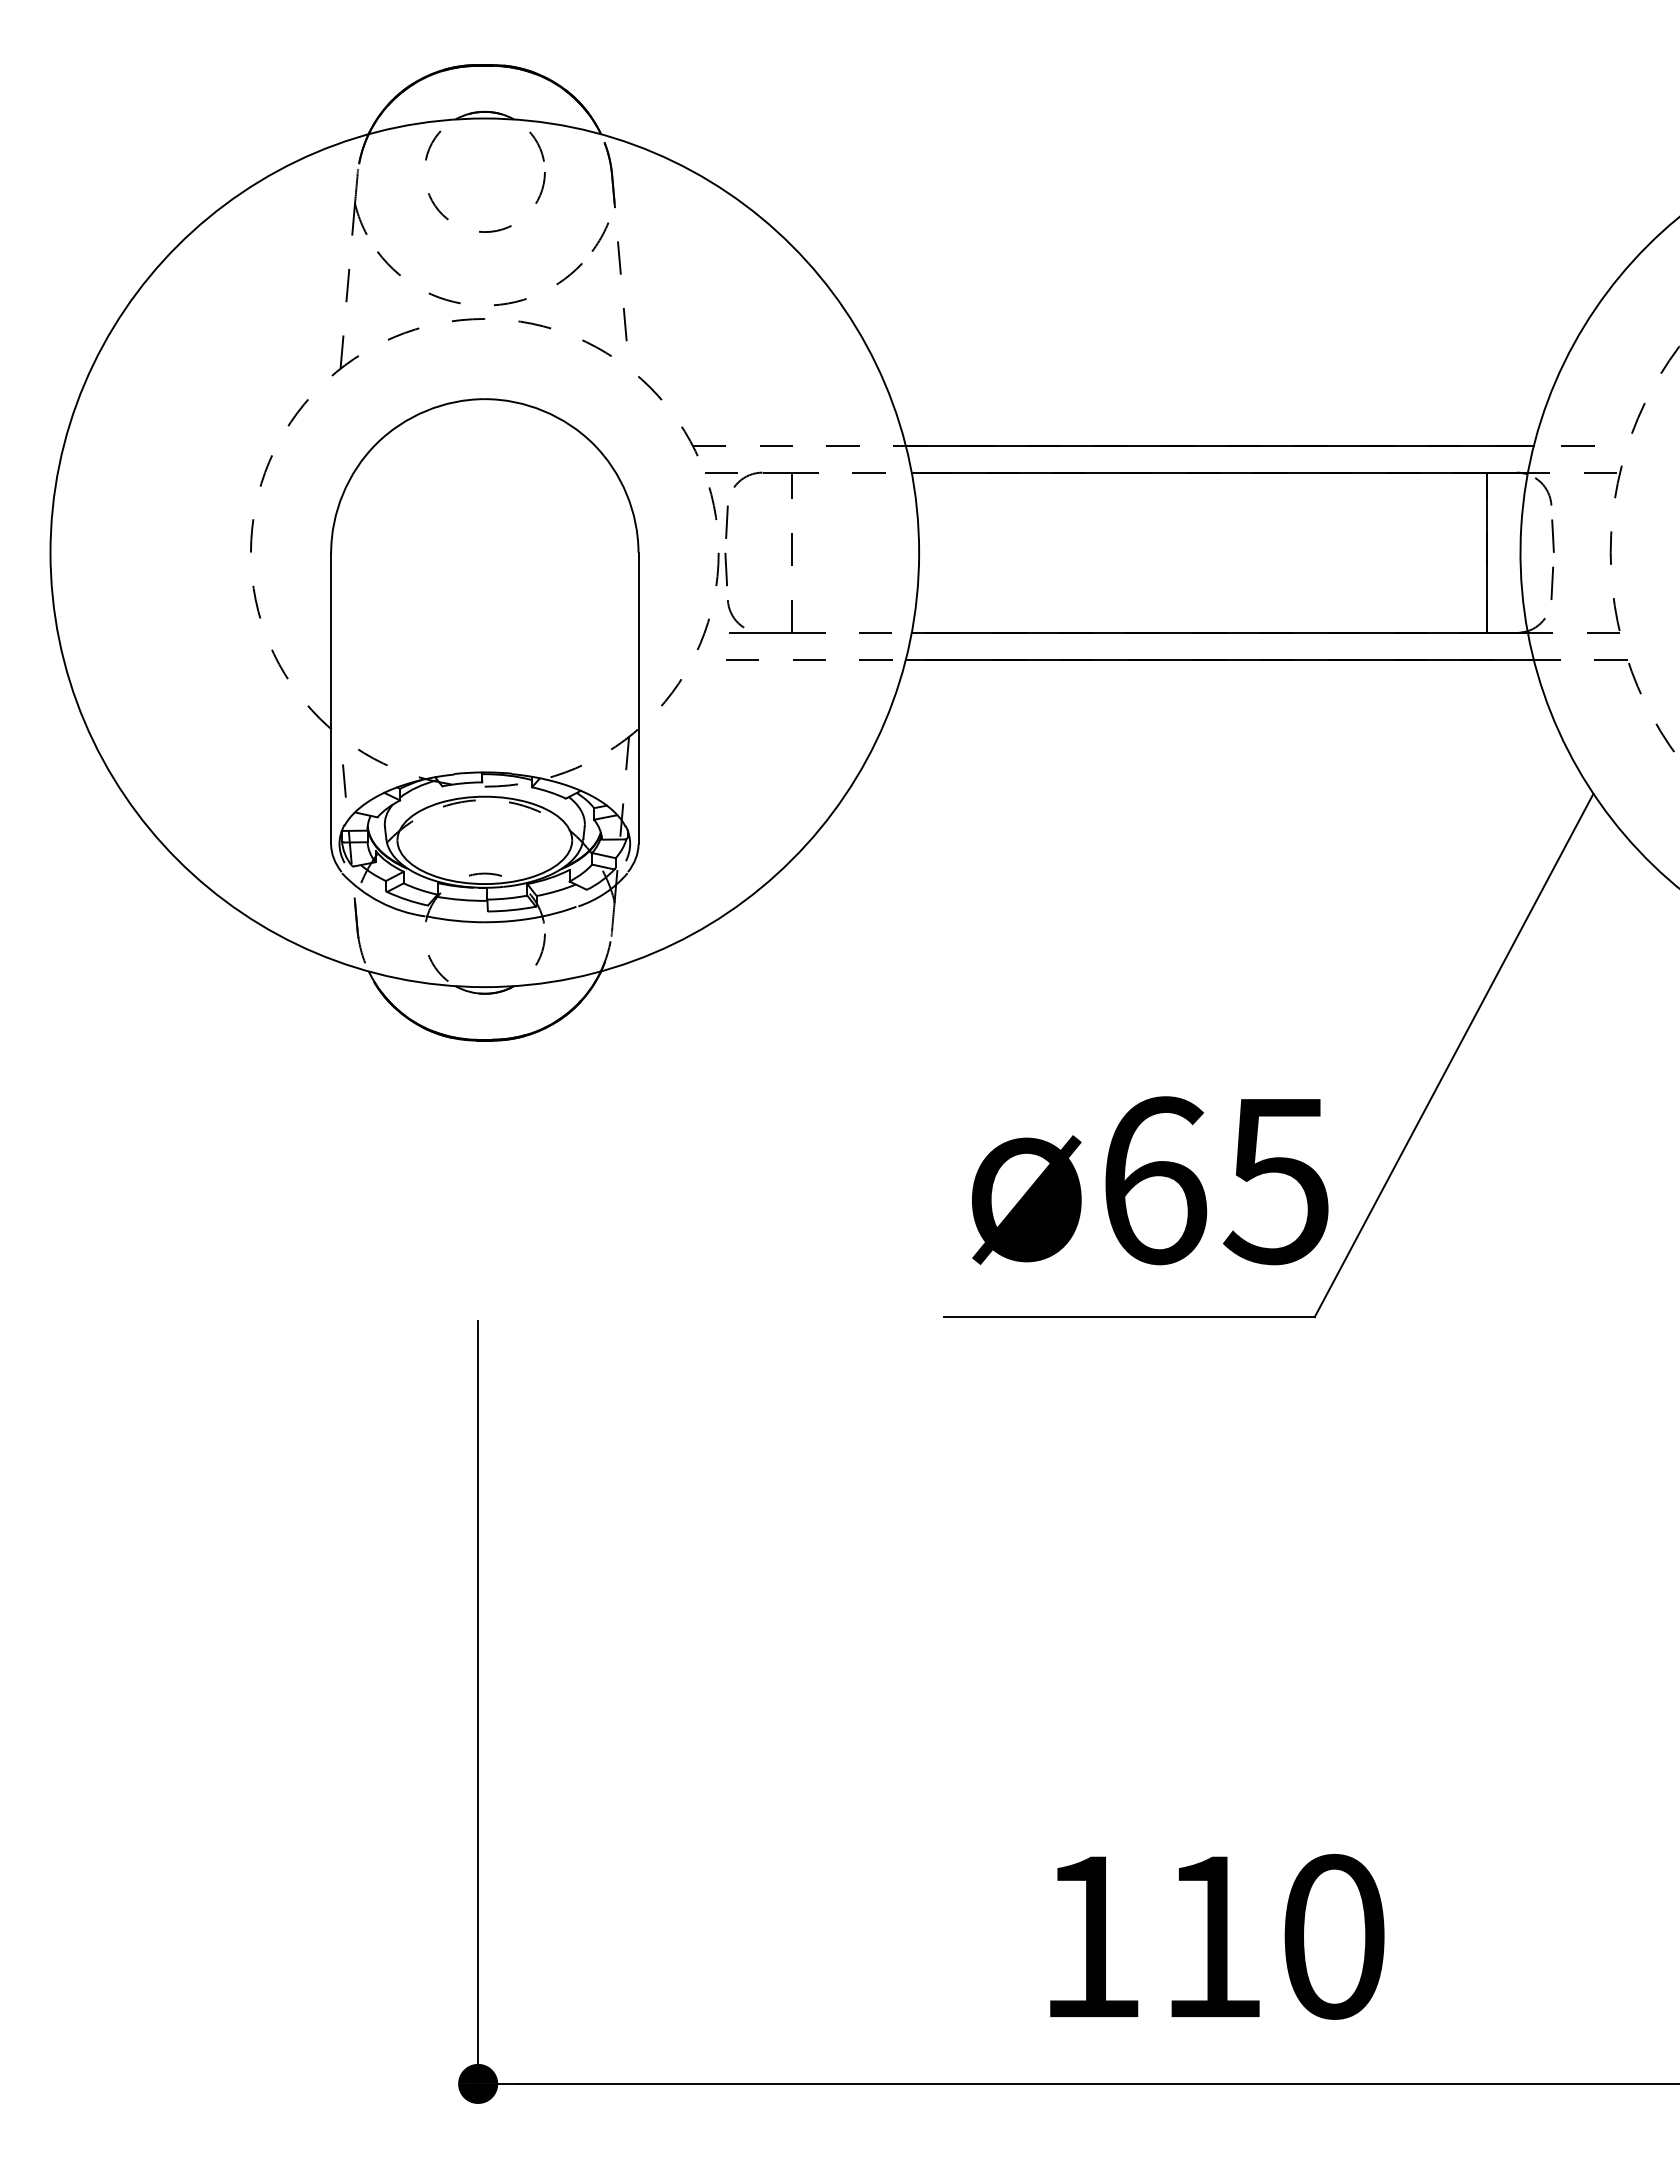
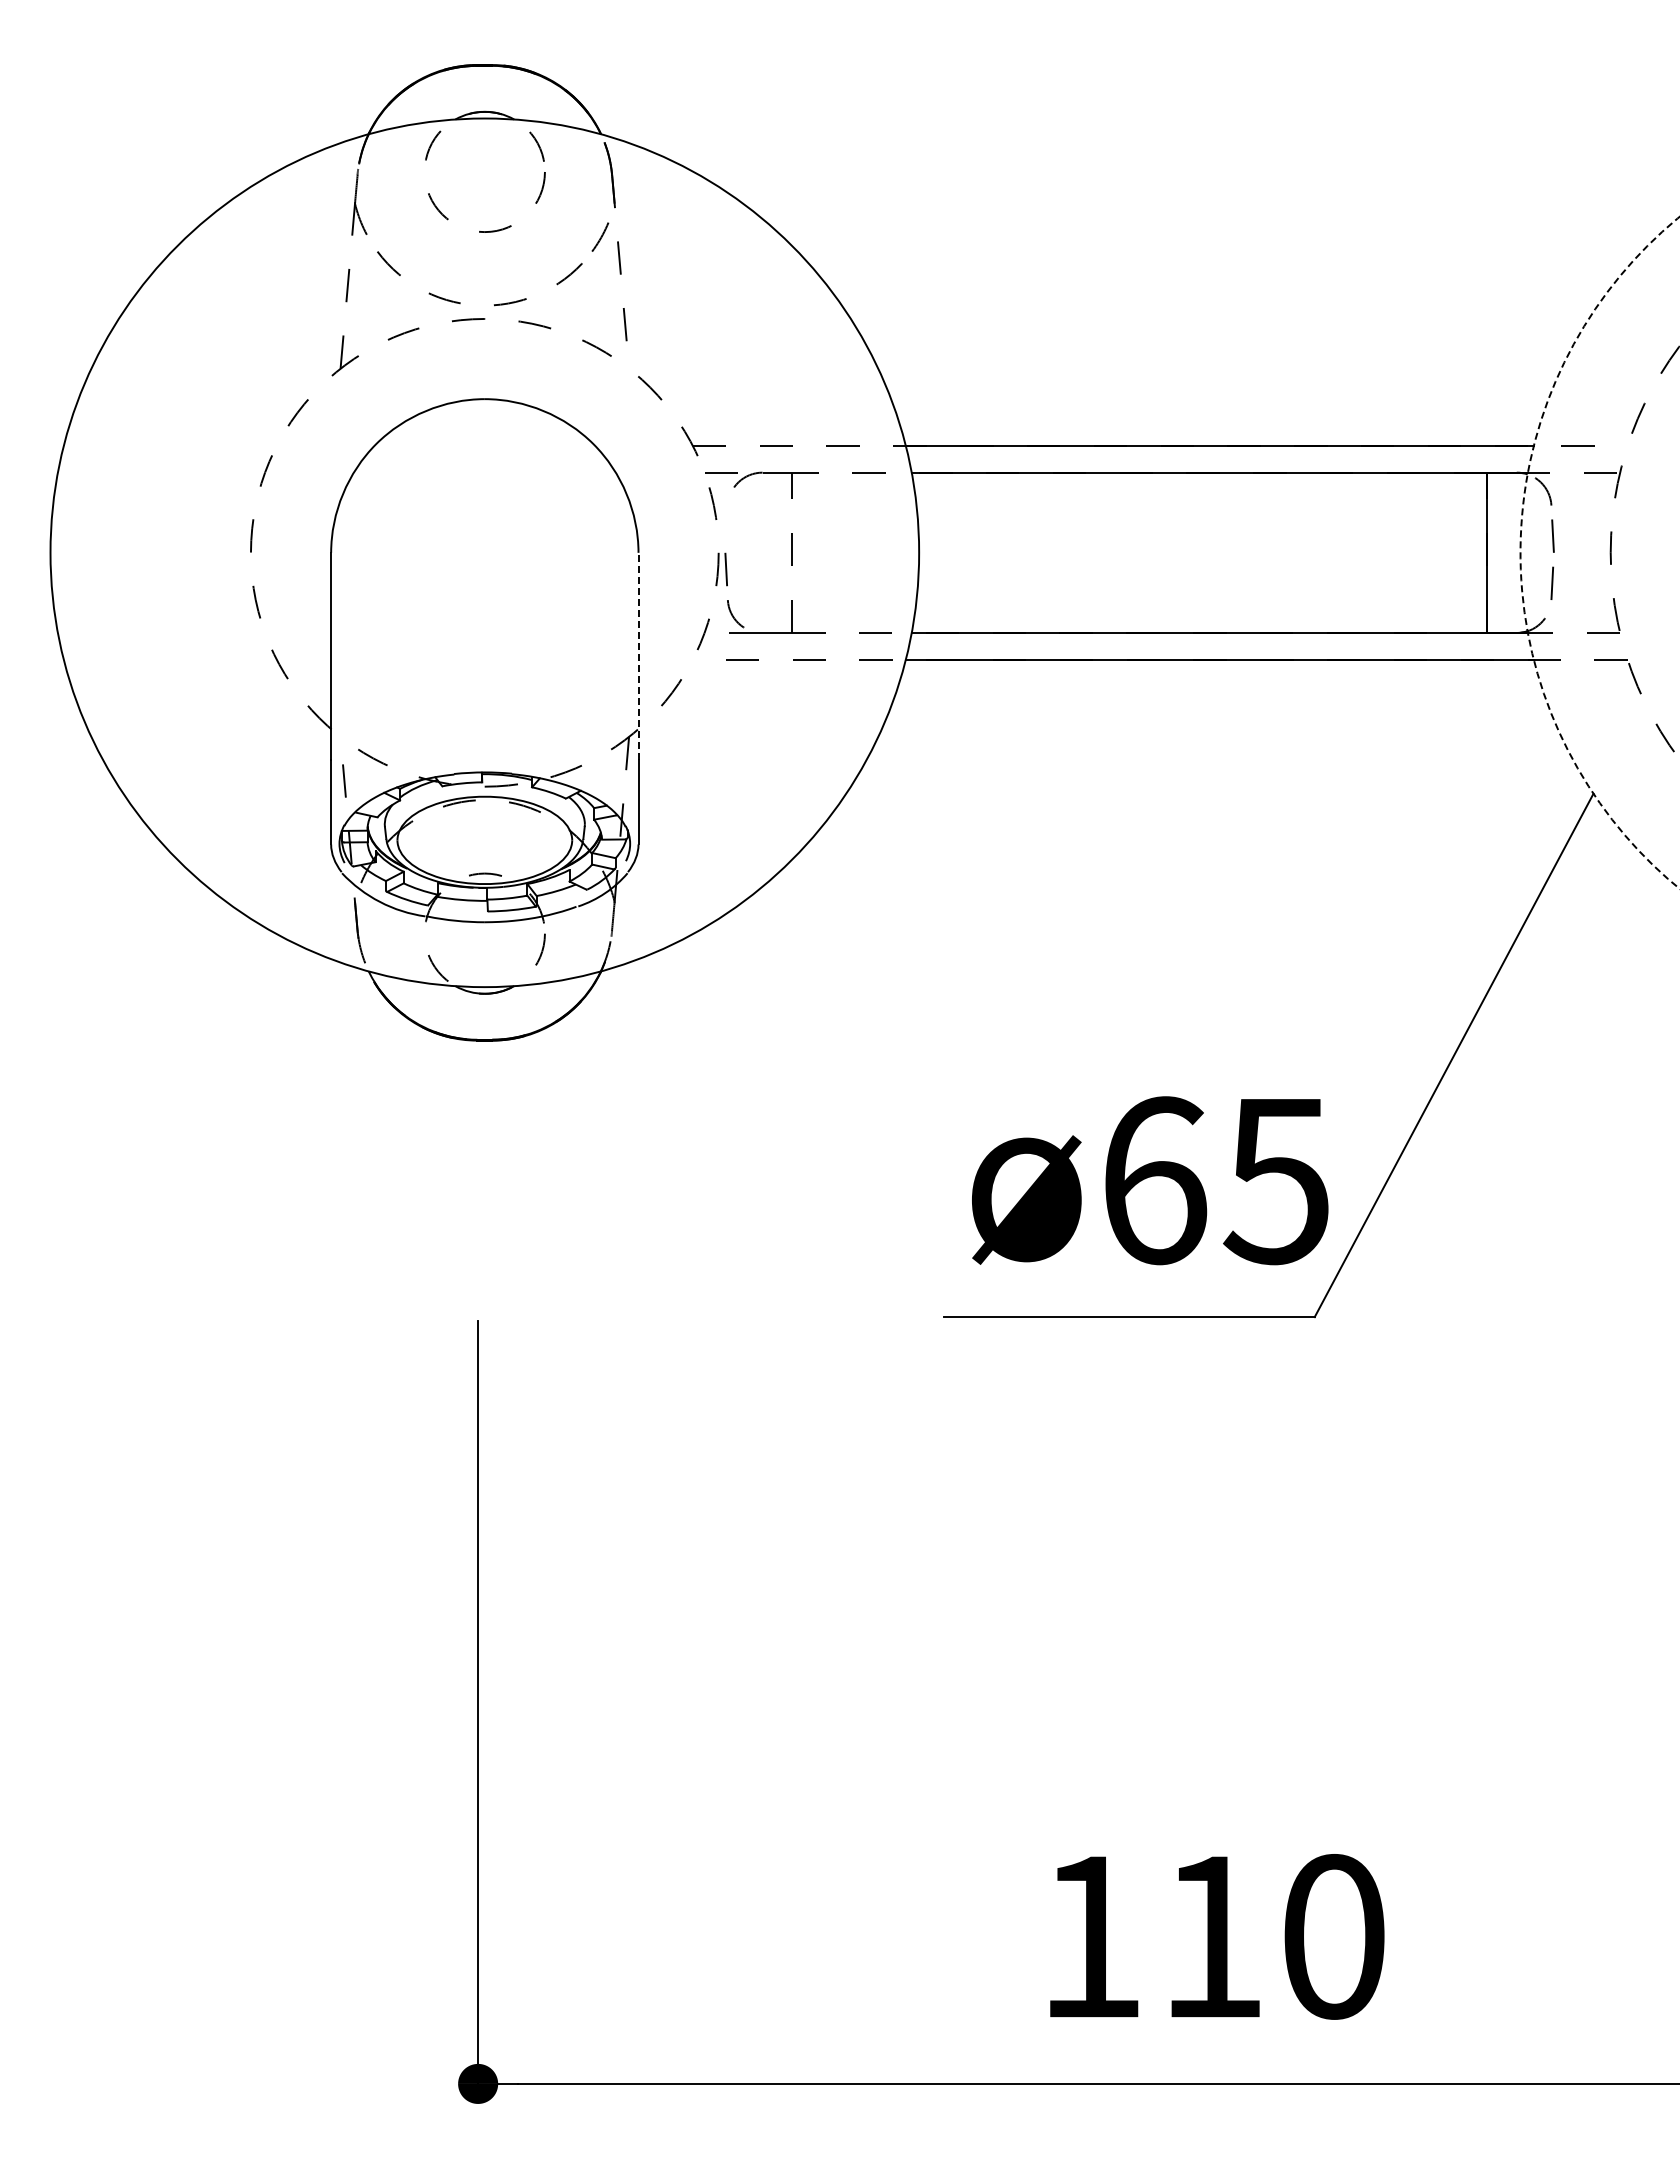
line at (726, 521): present -> none
arc at (1520, 551): solid -> dashed
line at (638, 656): solid -> dashed
